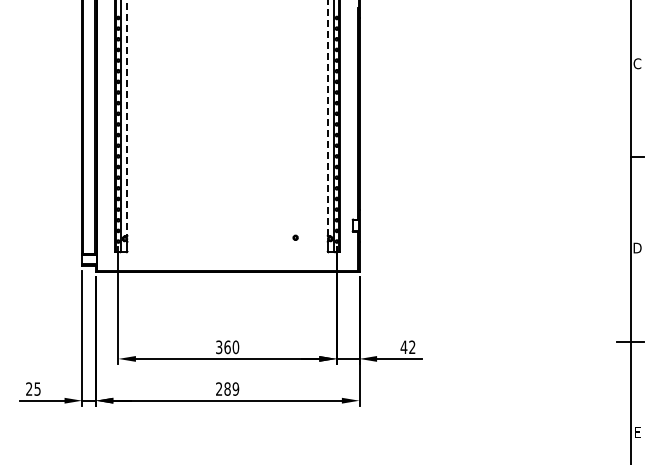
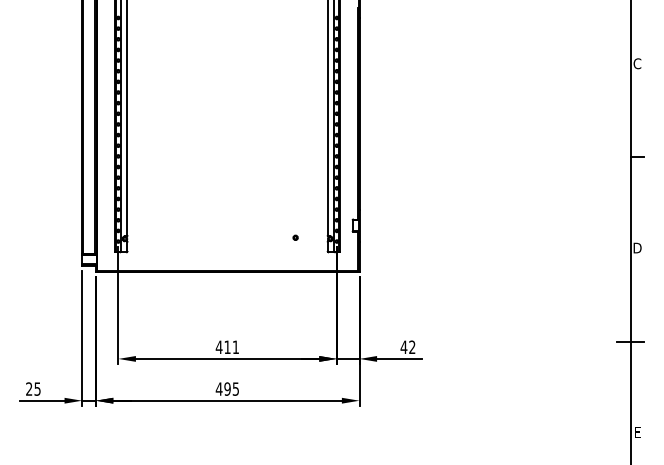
line at (127, 118): dashed -> solid
line at (327, 118): dashed -> solid
text at (227, 347): 360 -> 411
text at (227, 388): 289 -> 495
